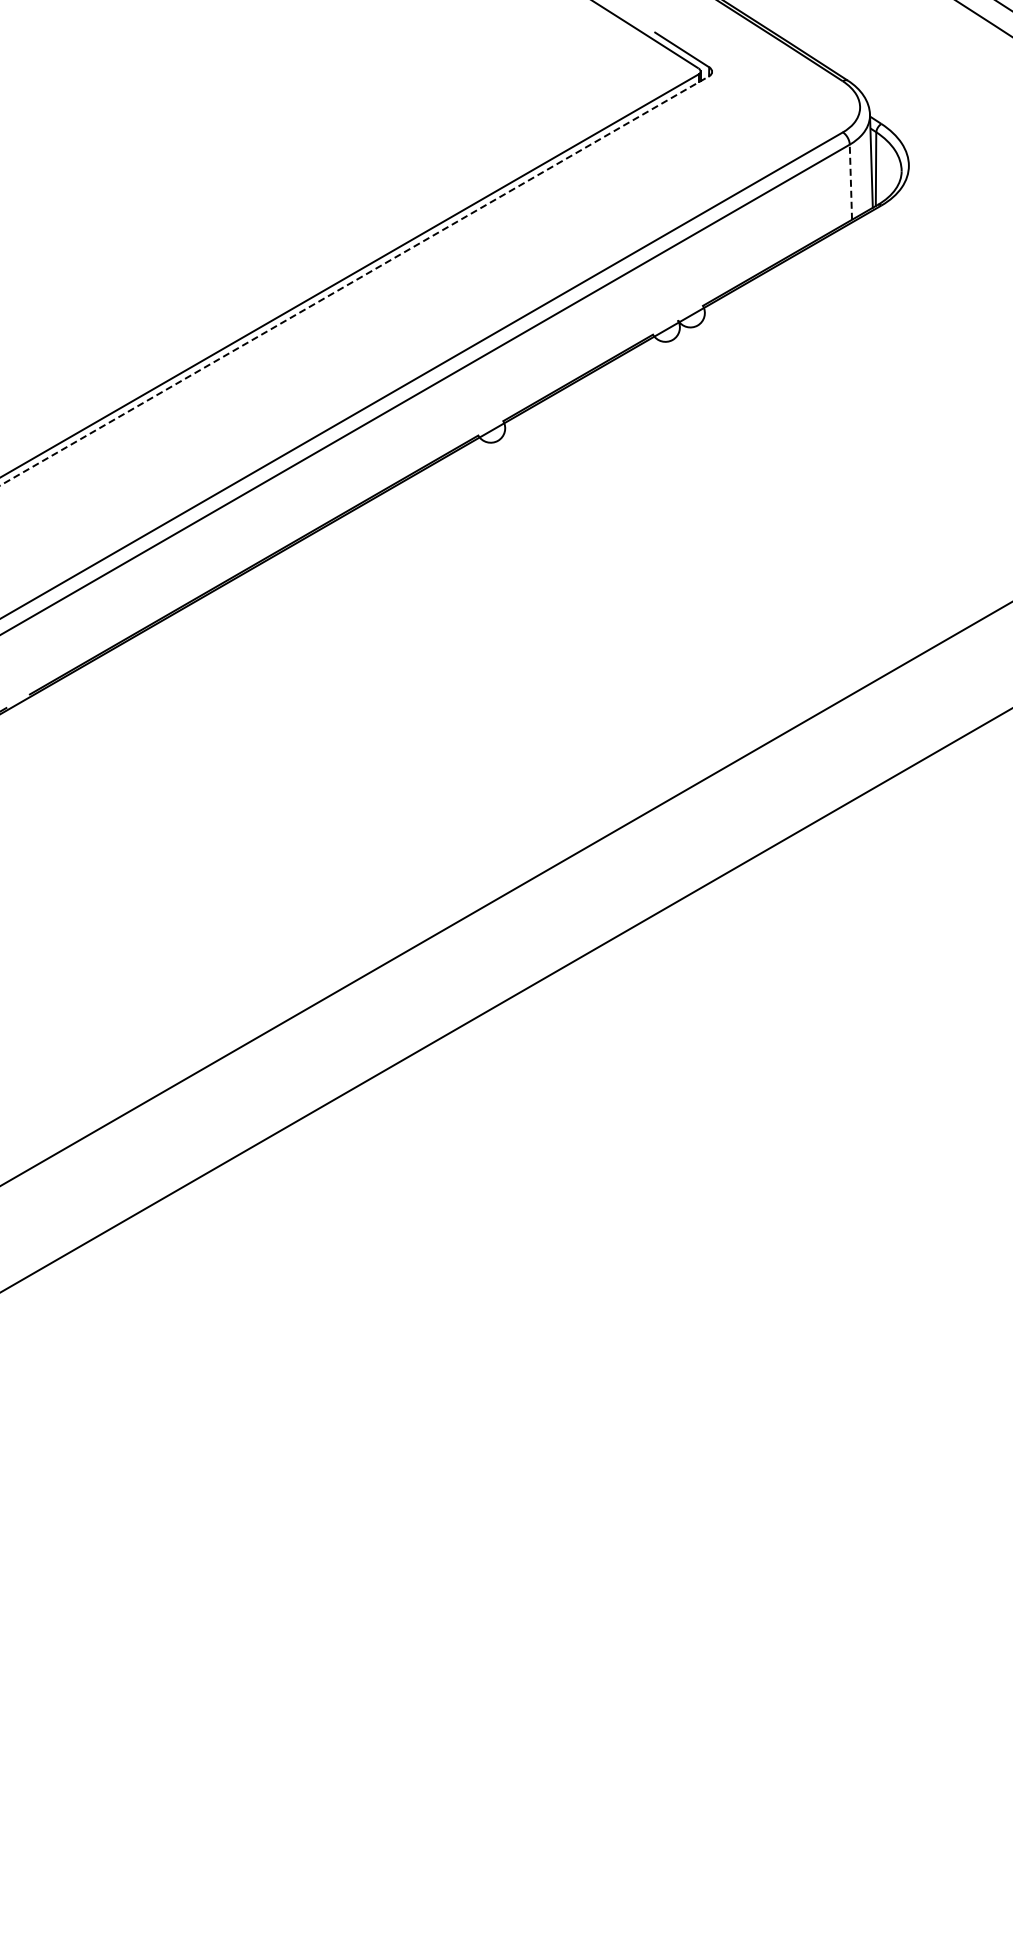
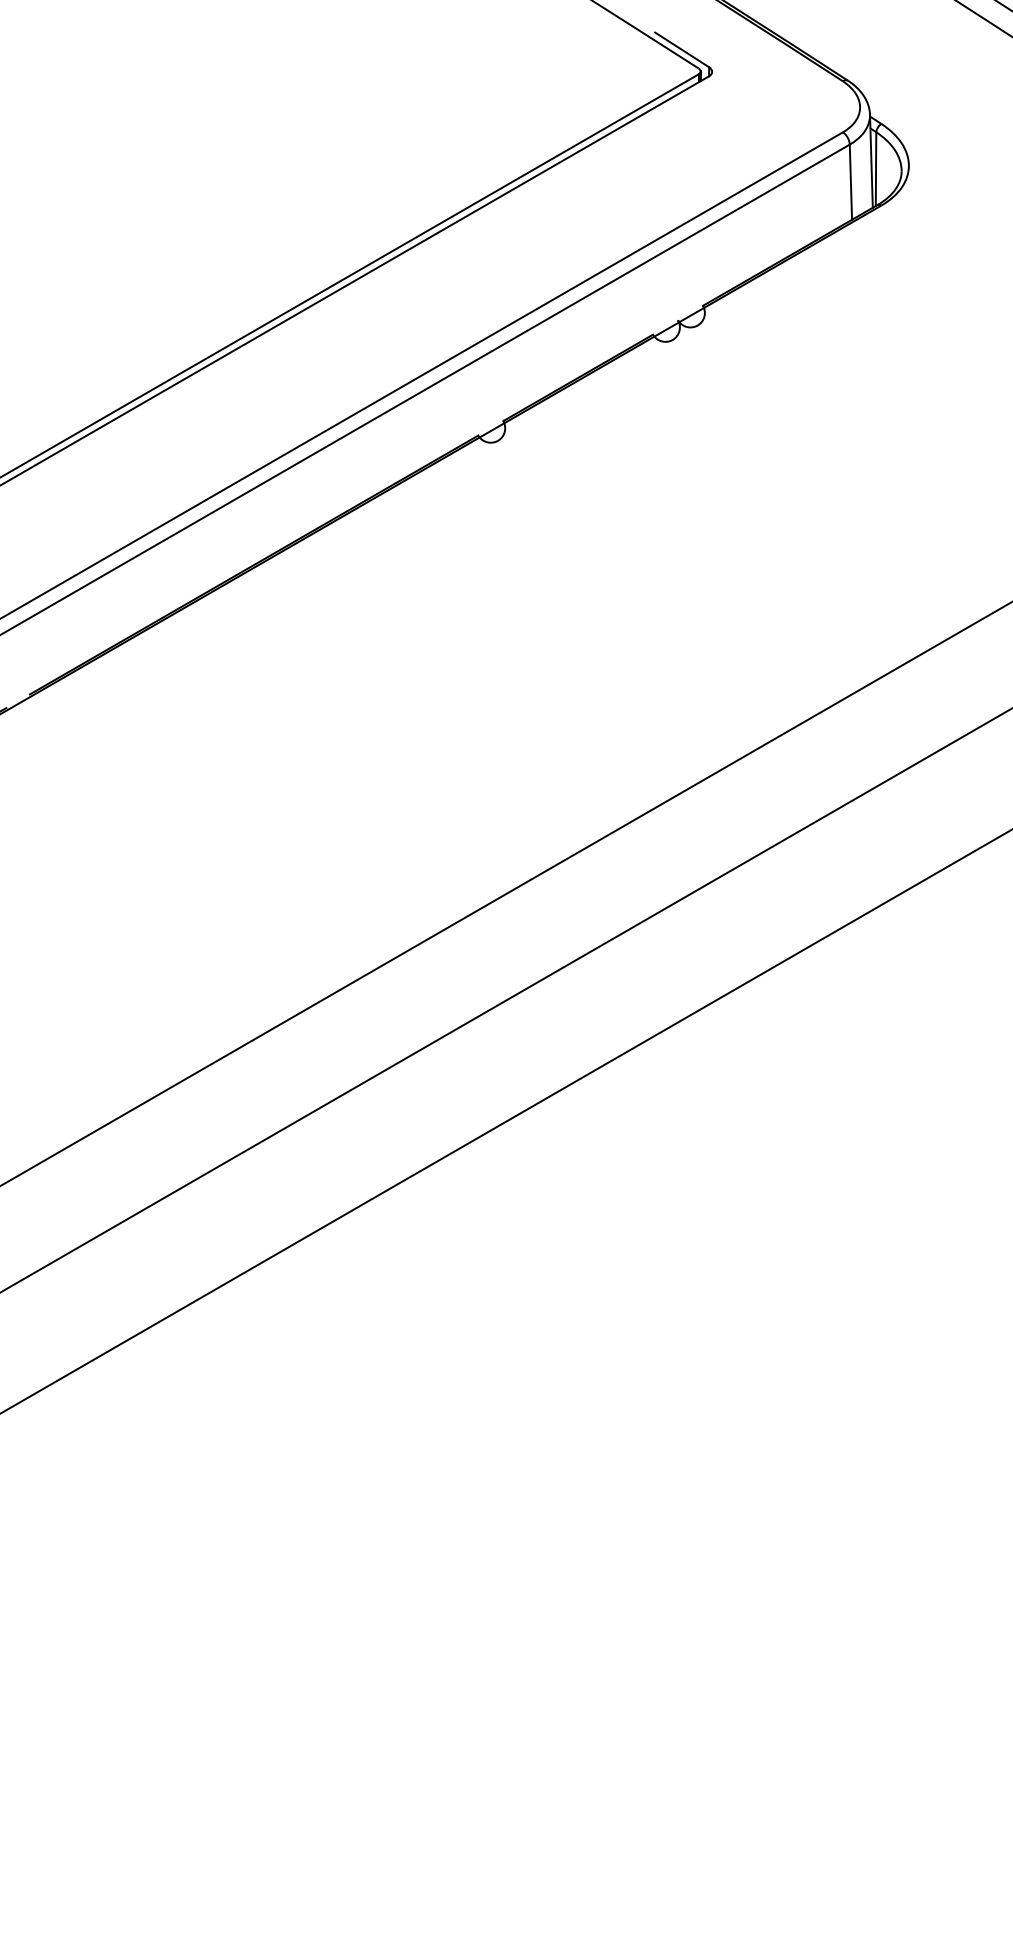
line at (850, 182): dashed -> solid
line at (355, 280): dashed -> solid
line at (505, 1121): none -> present
